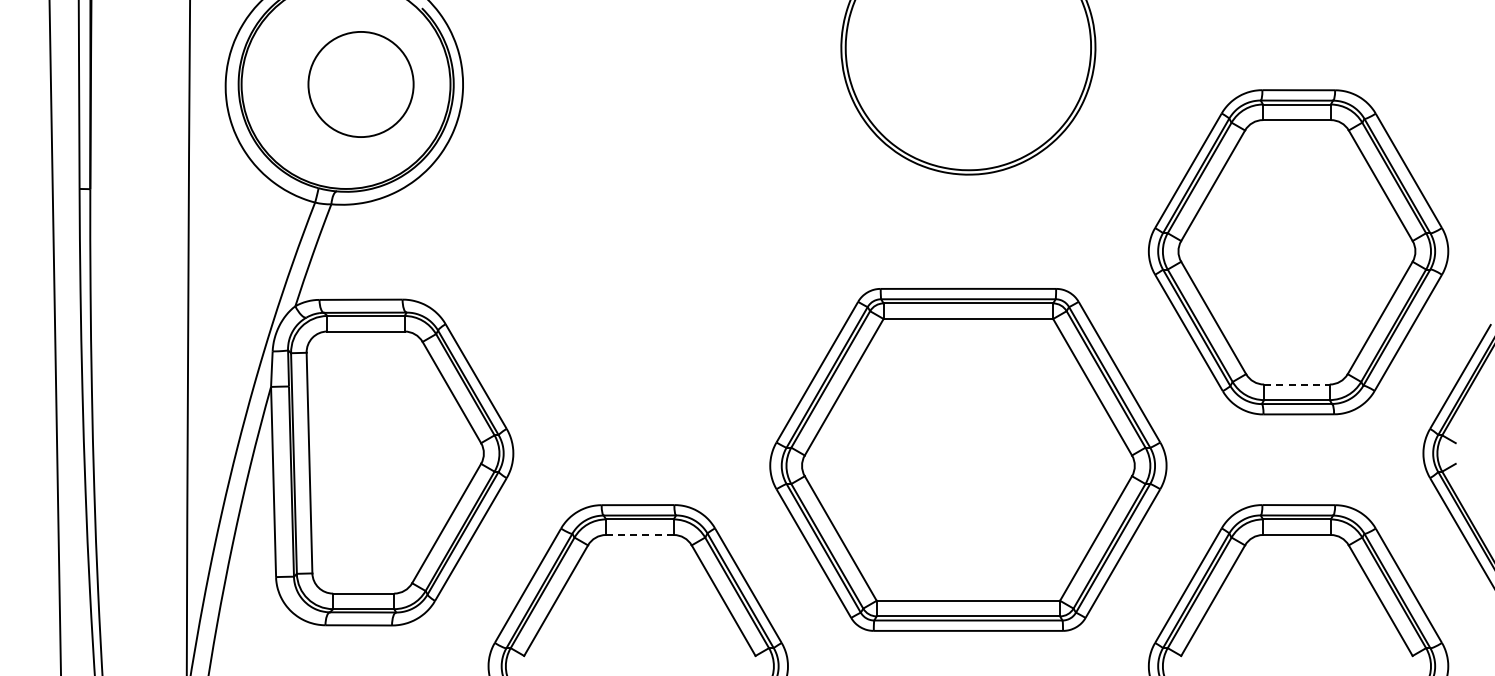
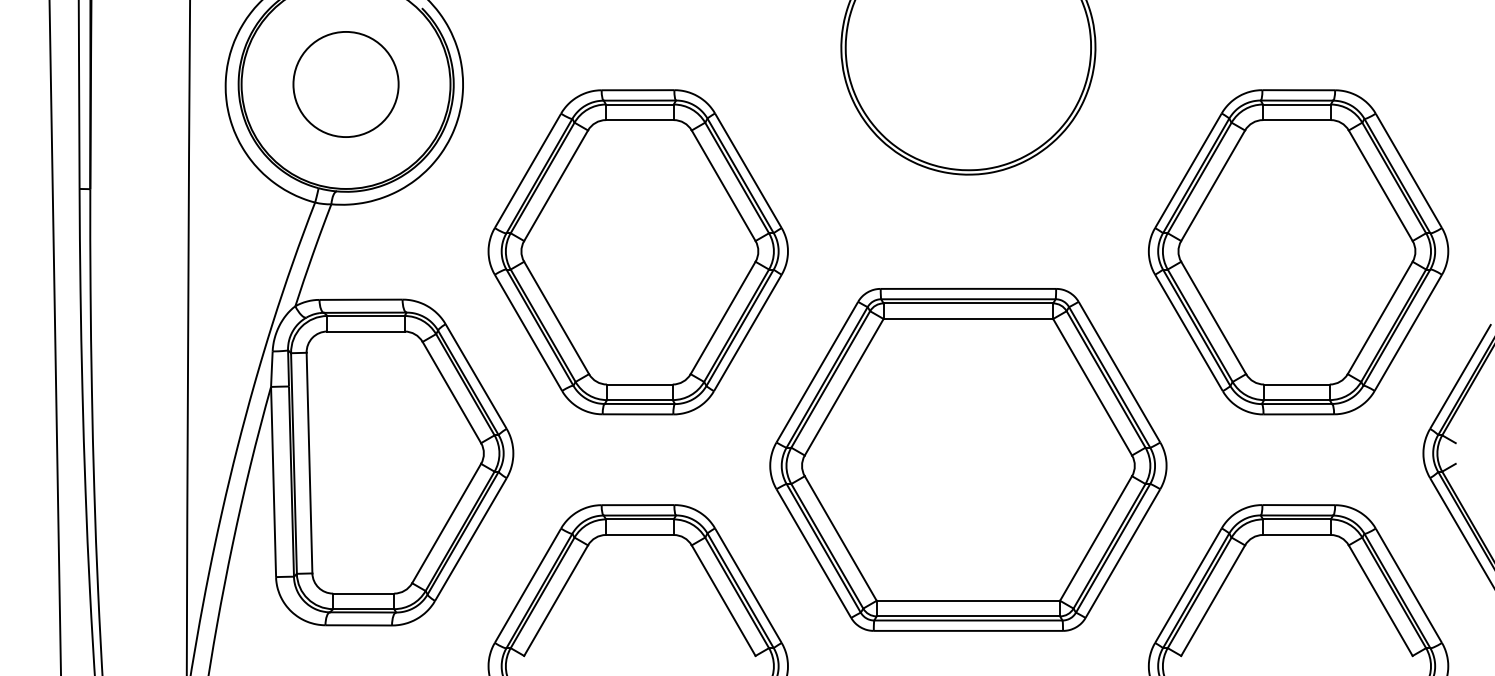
circle at (360, 84) position: (360, 84) -> (345, 84)
part at (637, 252): none -> present
line at (1296, 384): dashed -> solid
line at (639, 534): dashed -> solid
